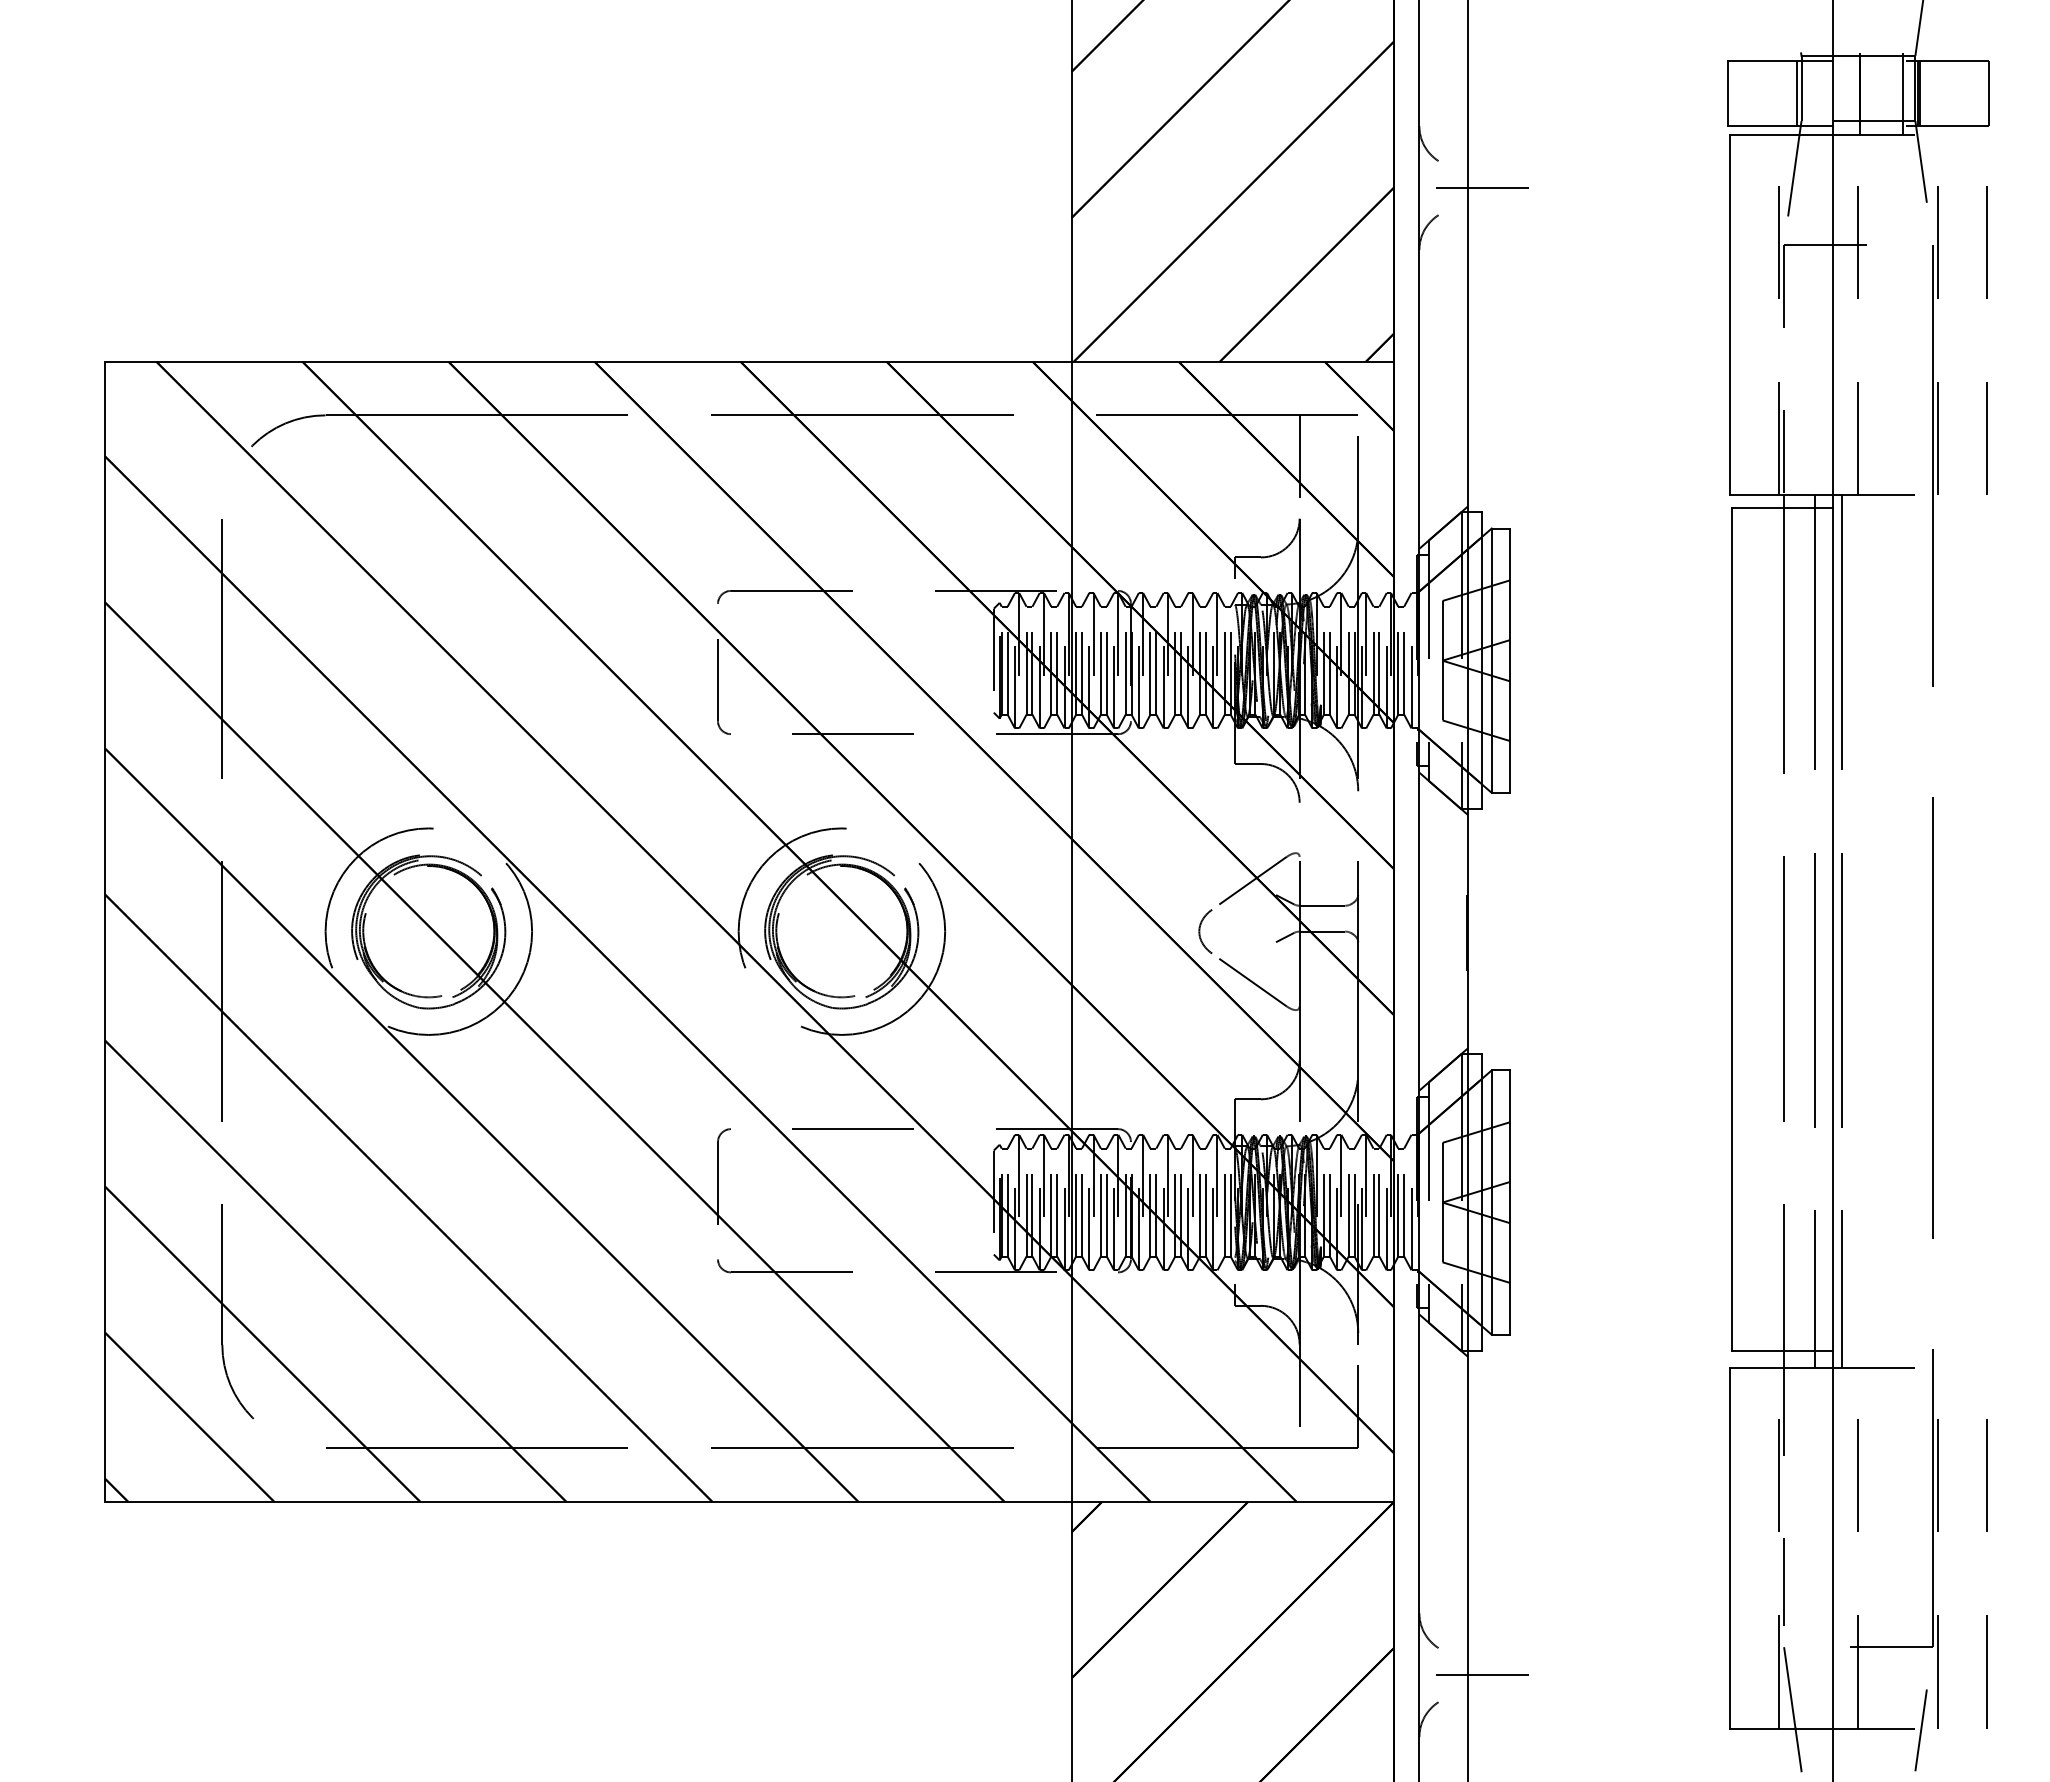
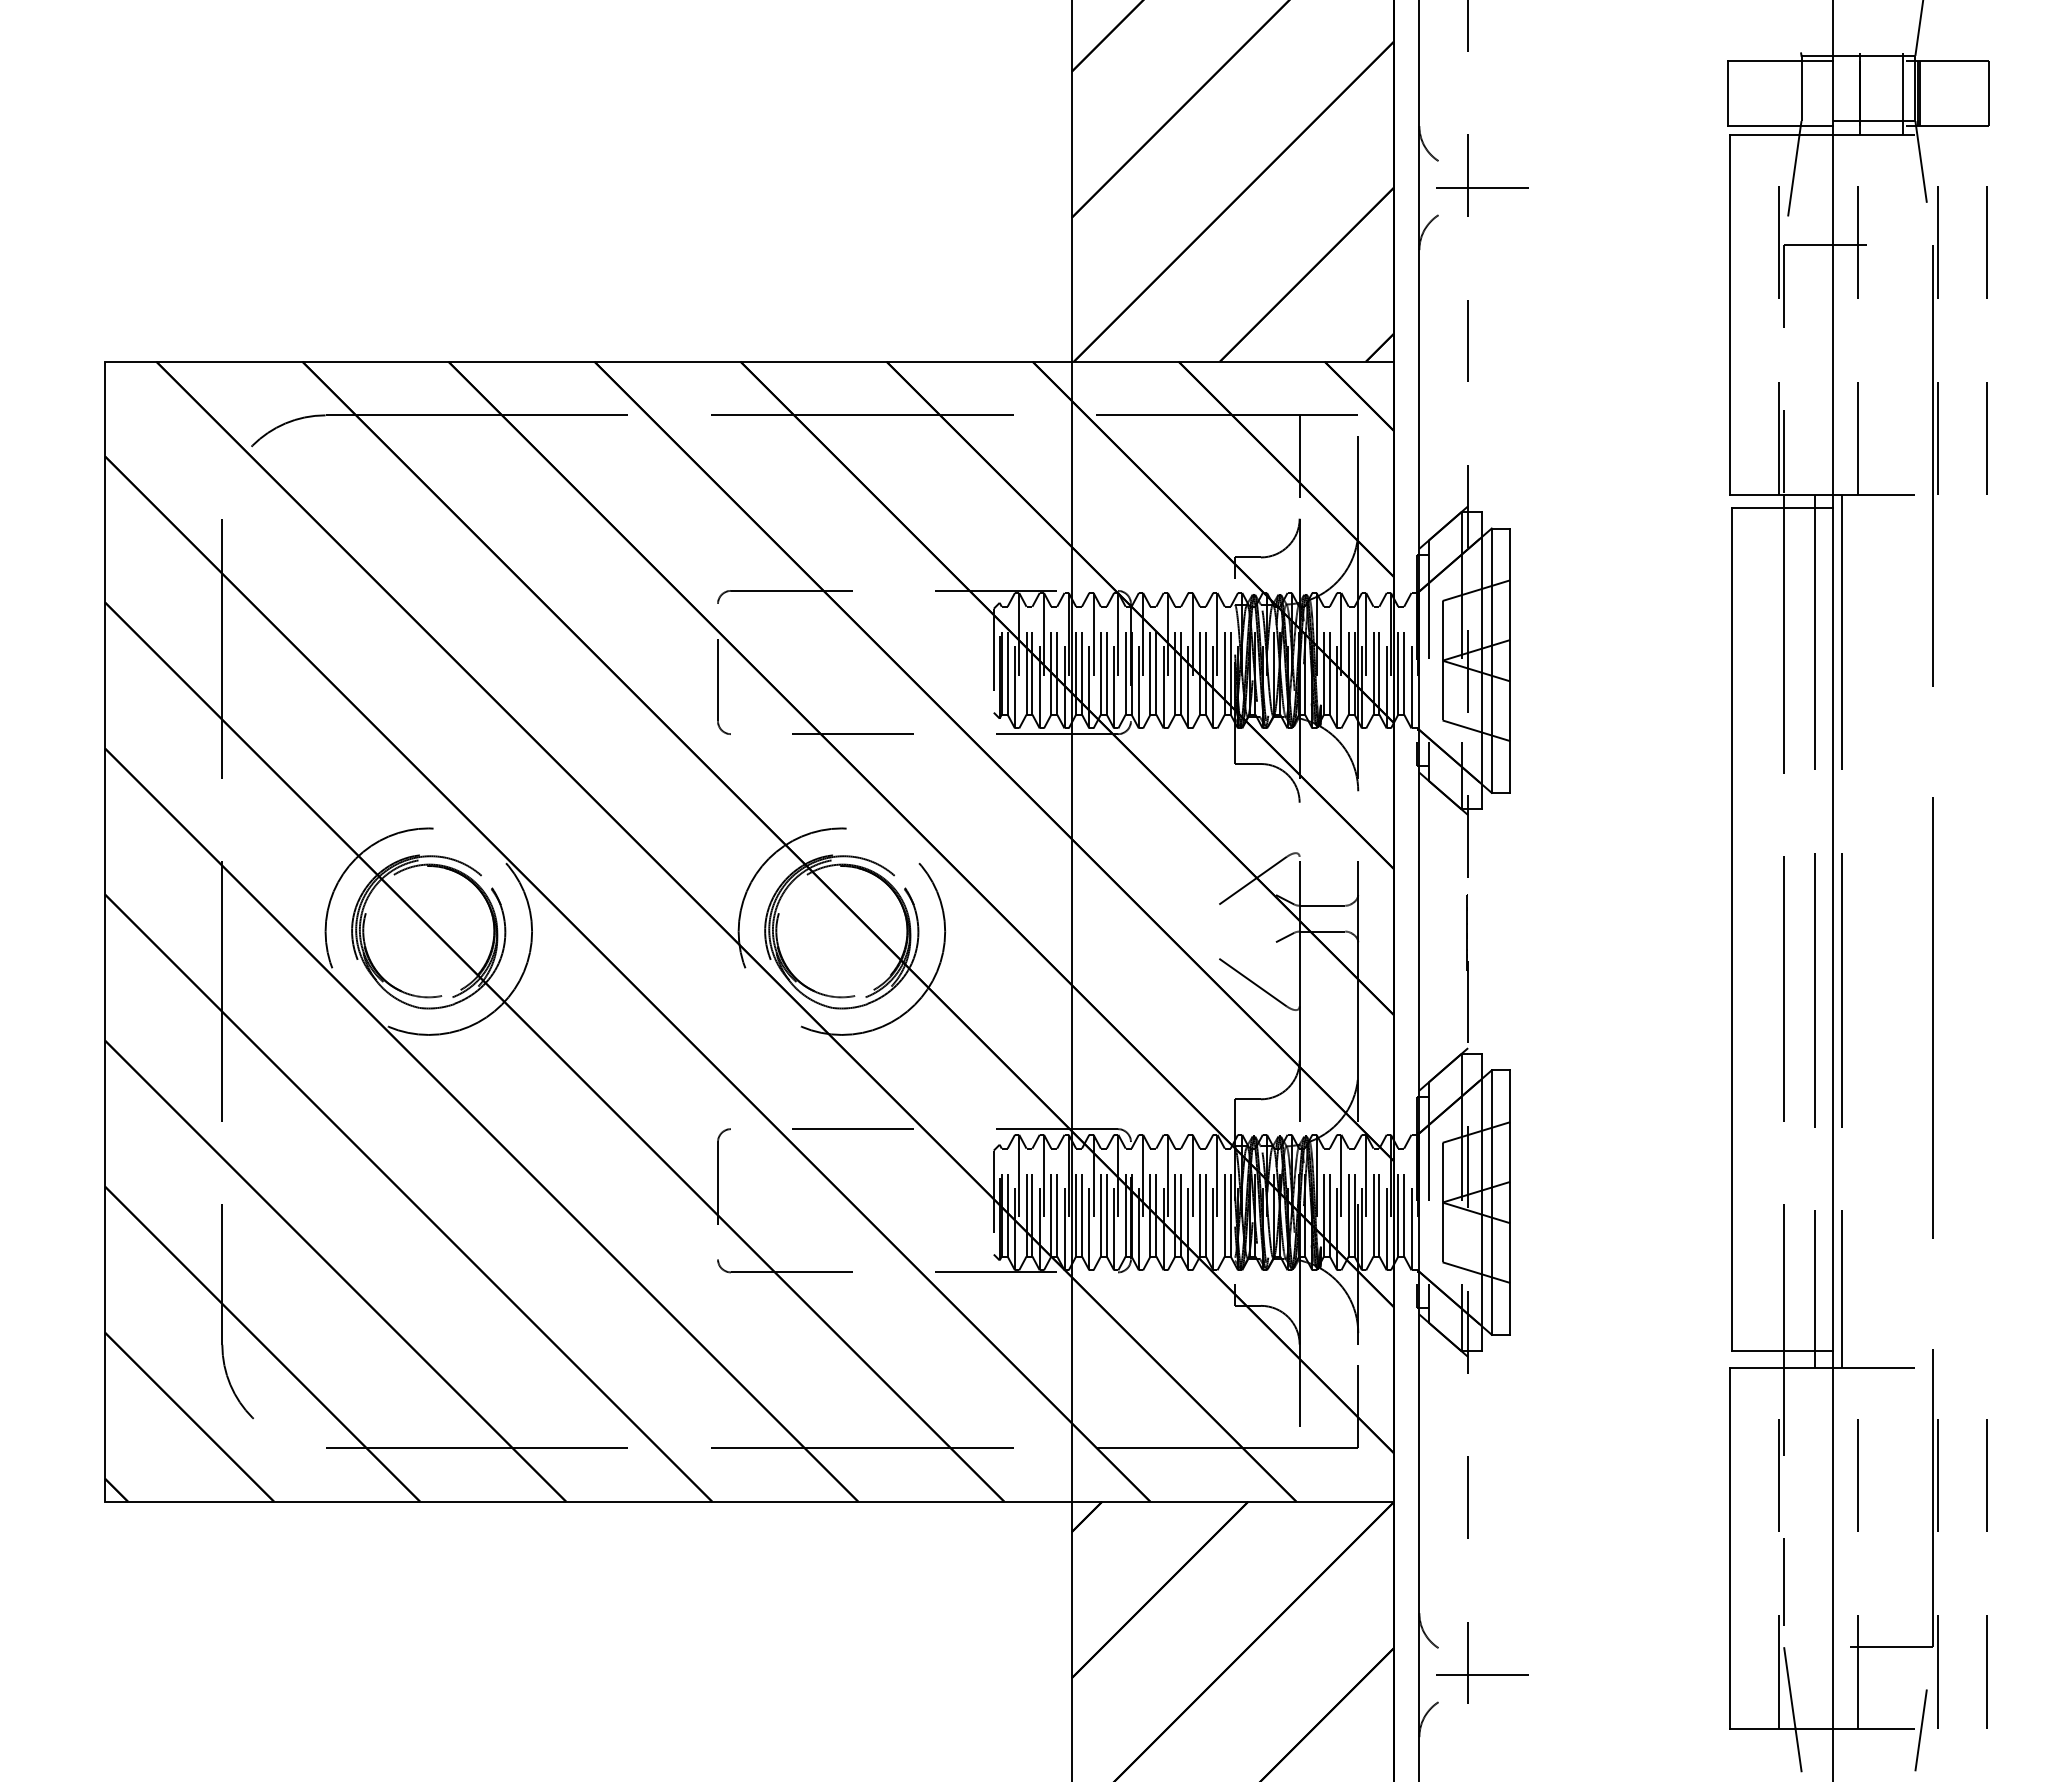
line at (1796, 93): present -> none
line at (1468, 890): solid -> dashed
part at (1205, 931): present -> none
